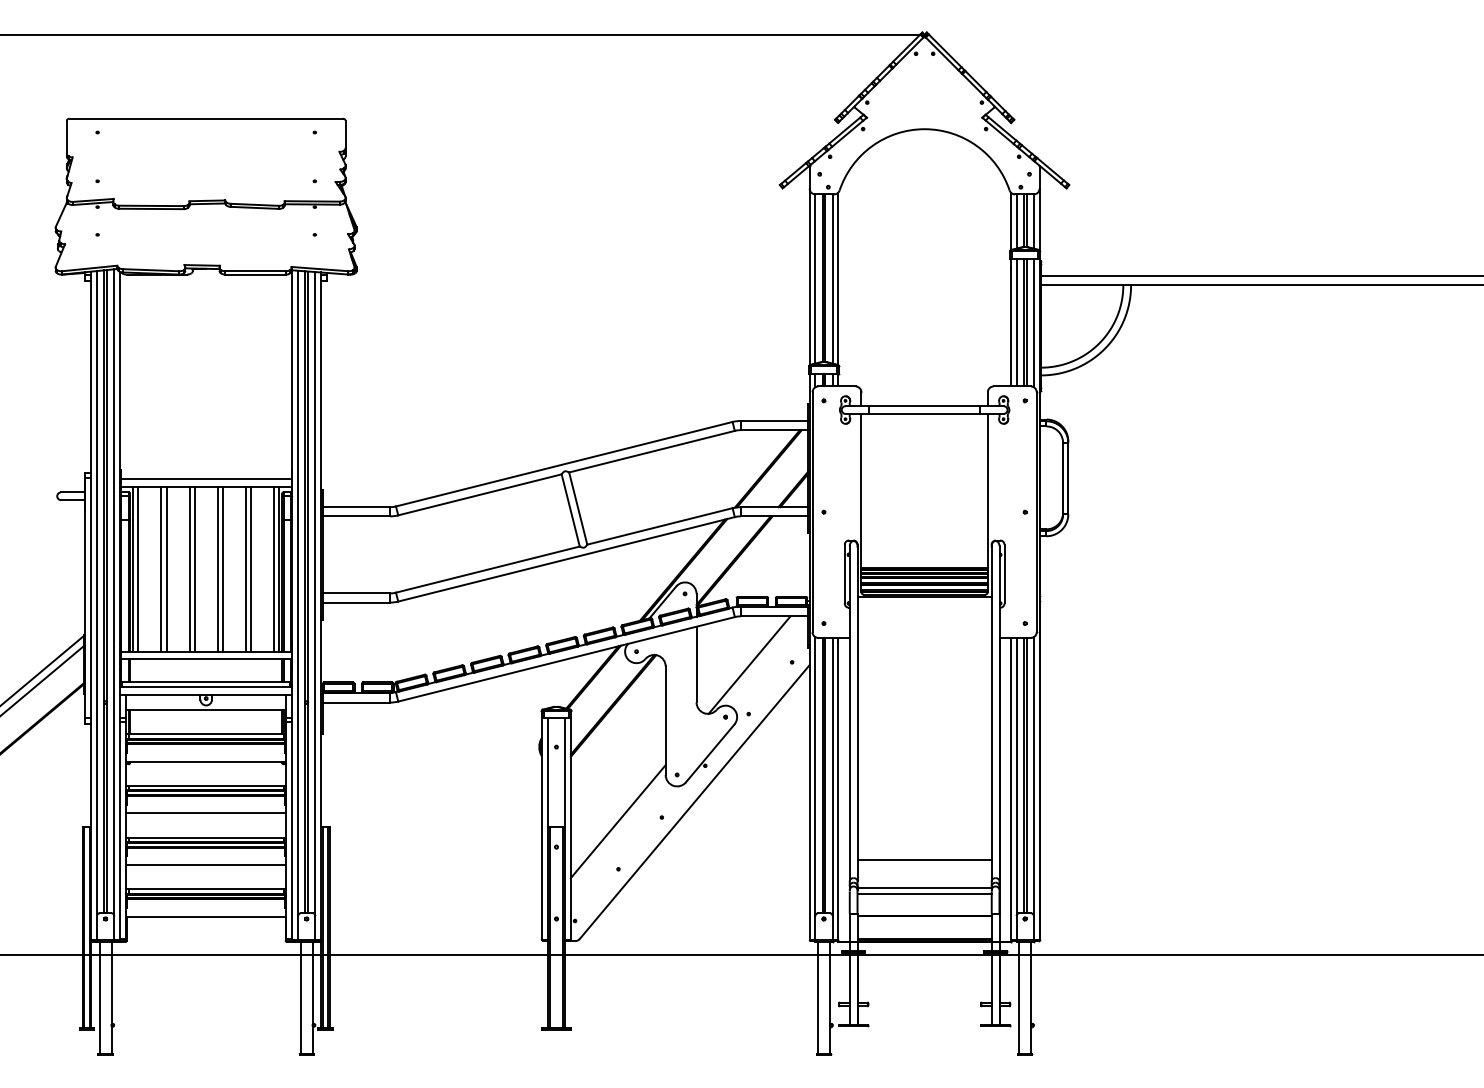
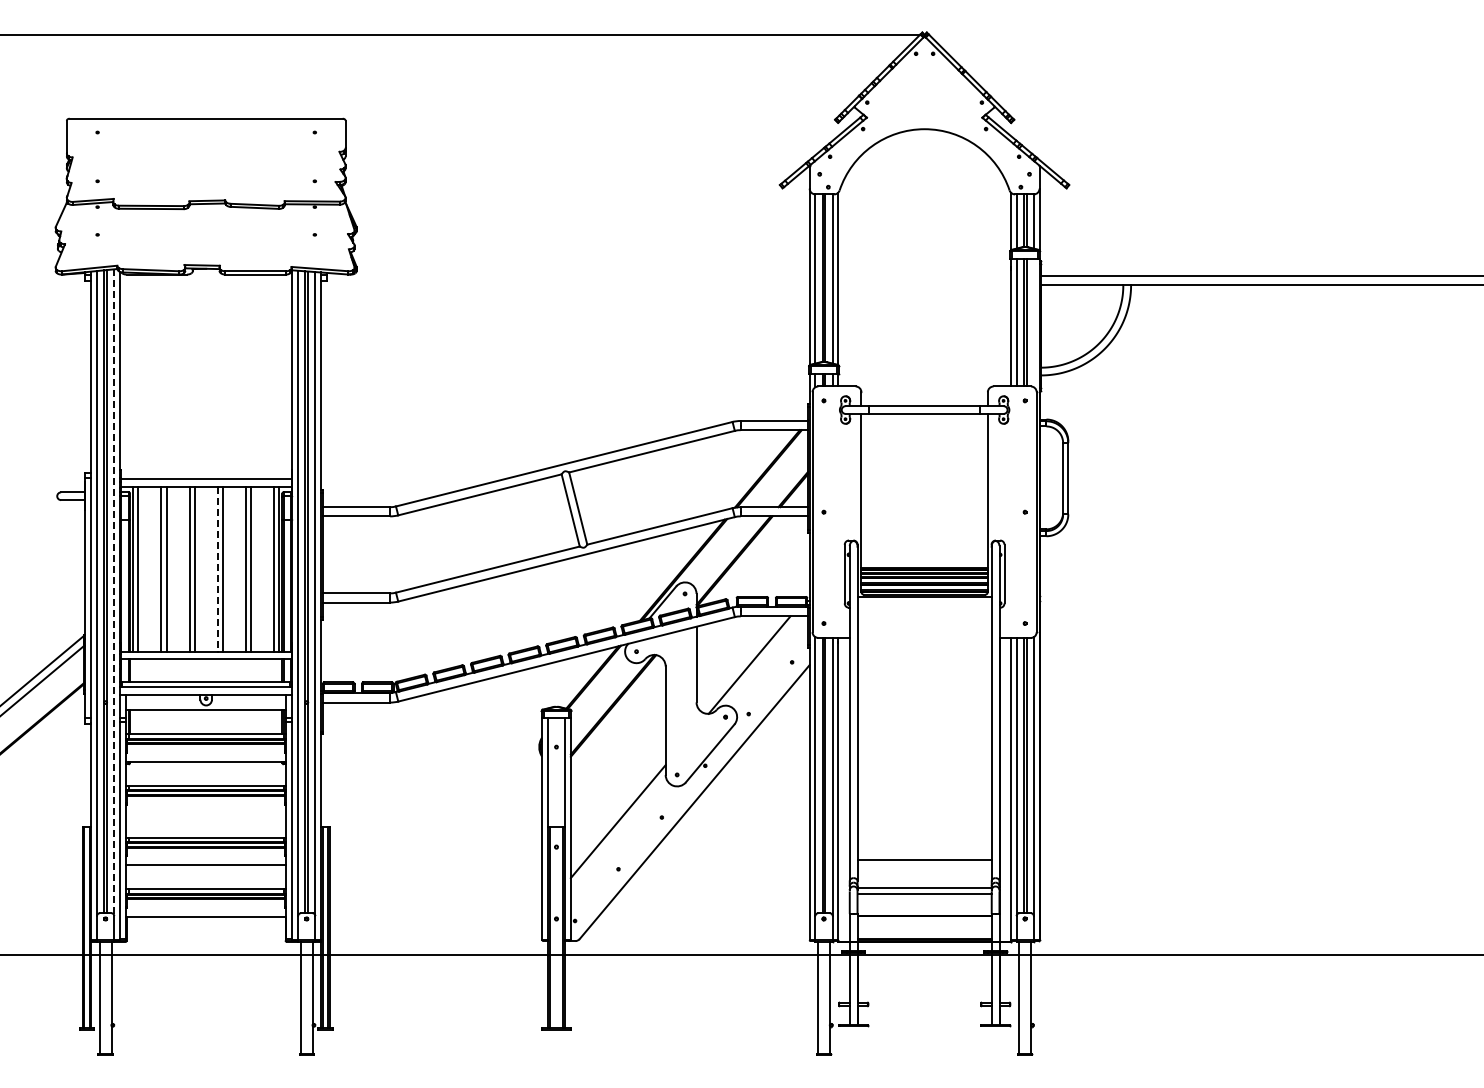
line at (1033, 322): present -> none
line at (217, 569): solid -> dashed
line at (114, 593): solid -> dashed
line at (206, 813): present -> none
